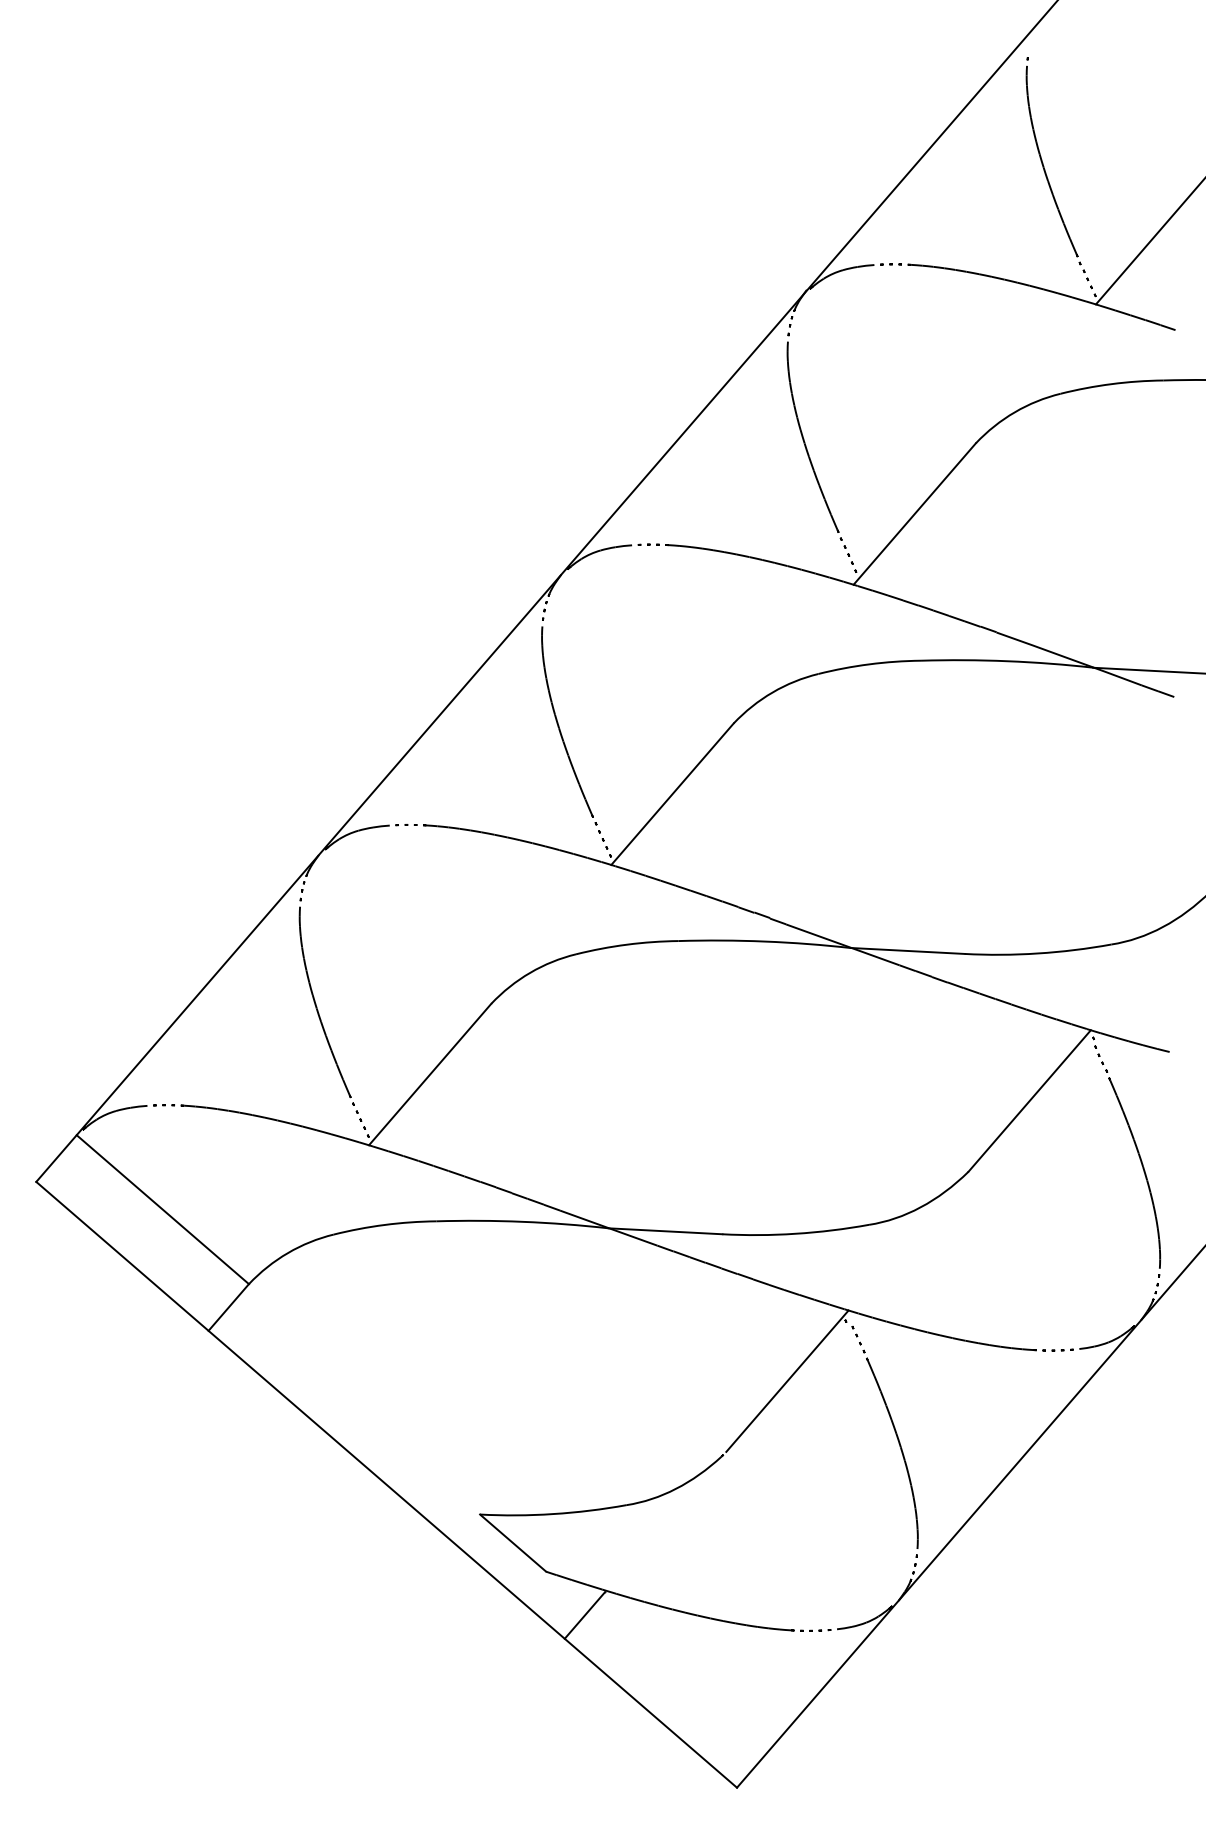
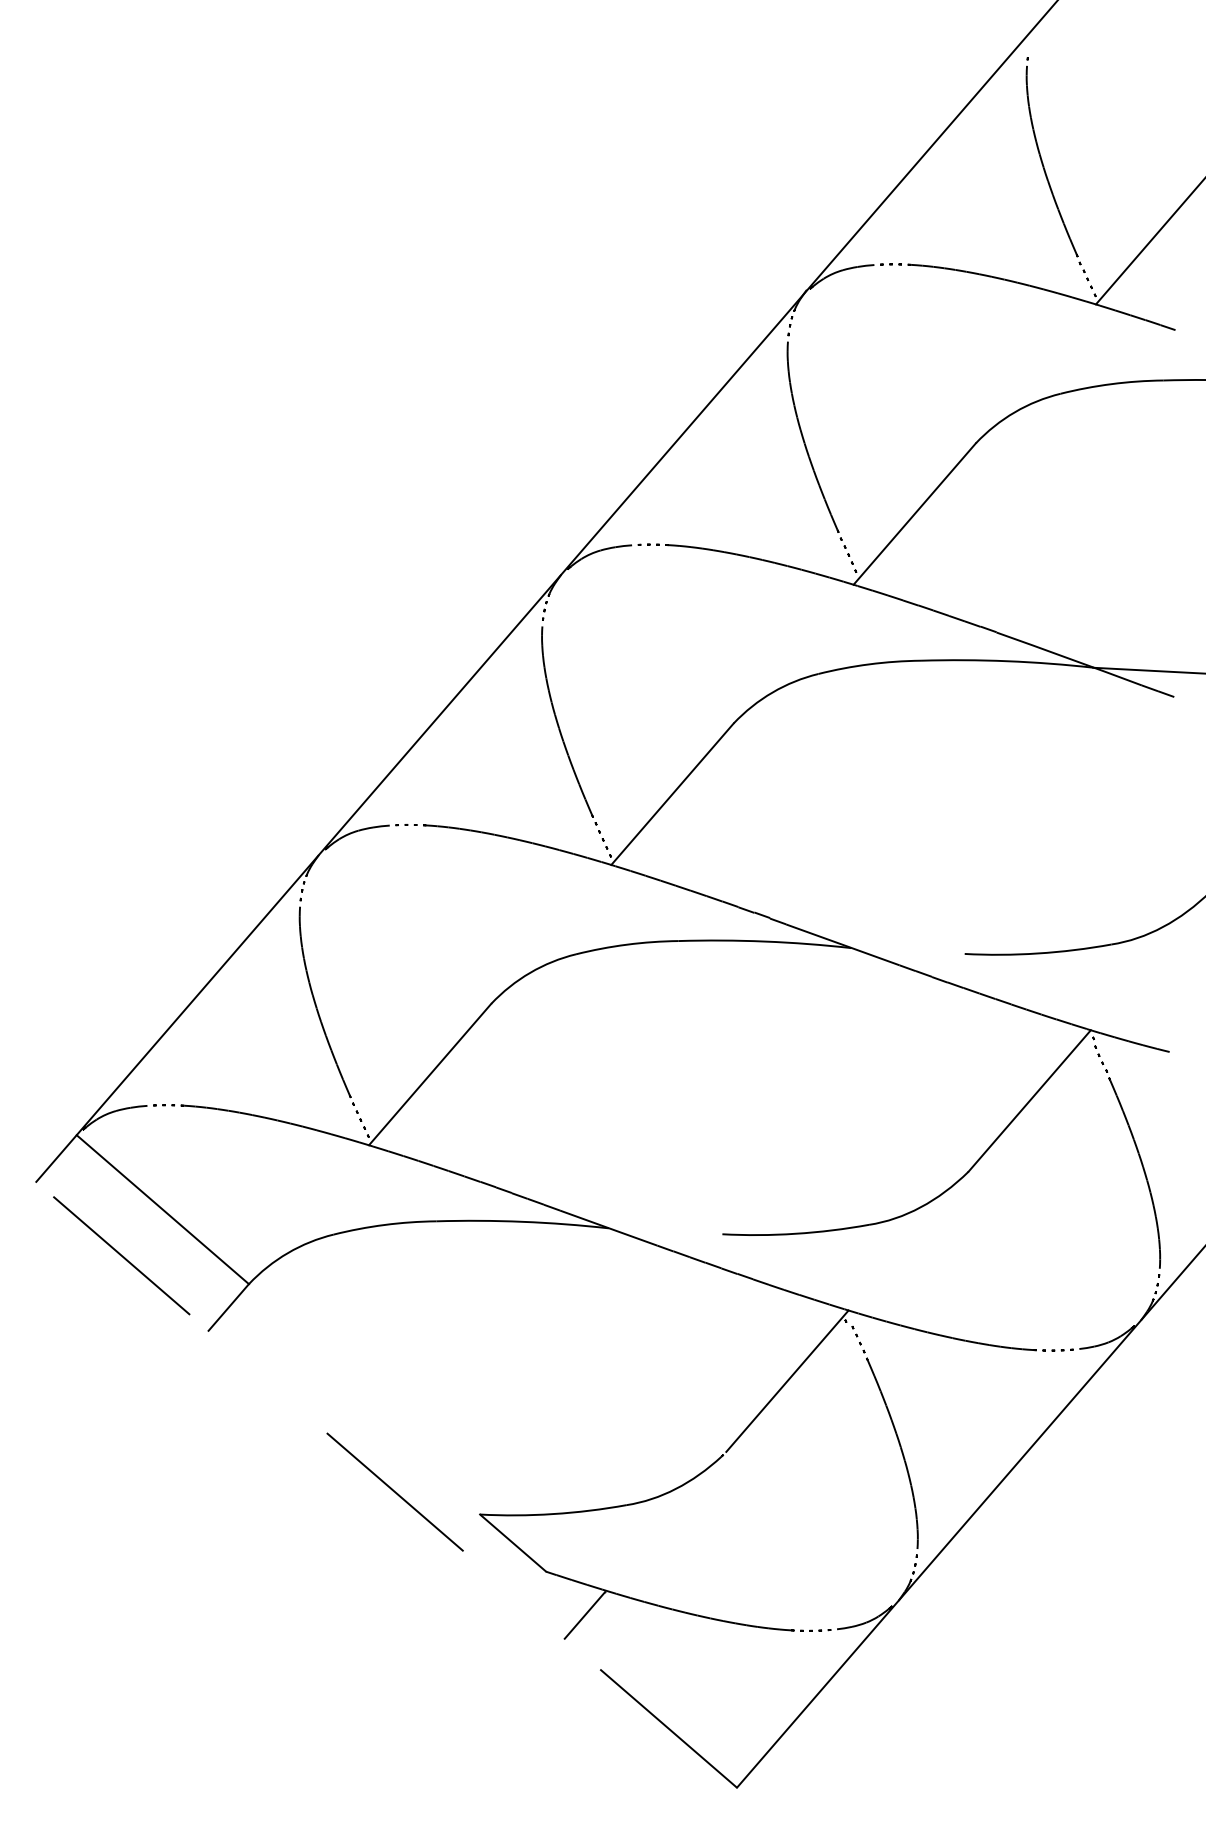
line at (907, 950): present -> none
line at (665, 1231): present -> none
line at (386, 1484): solid -> dashed
